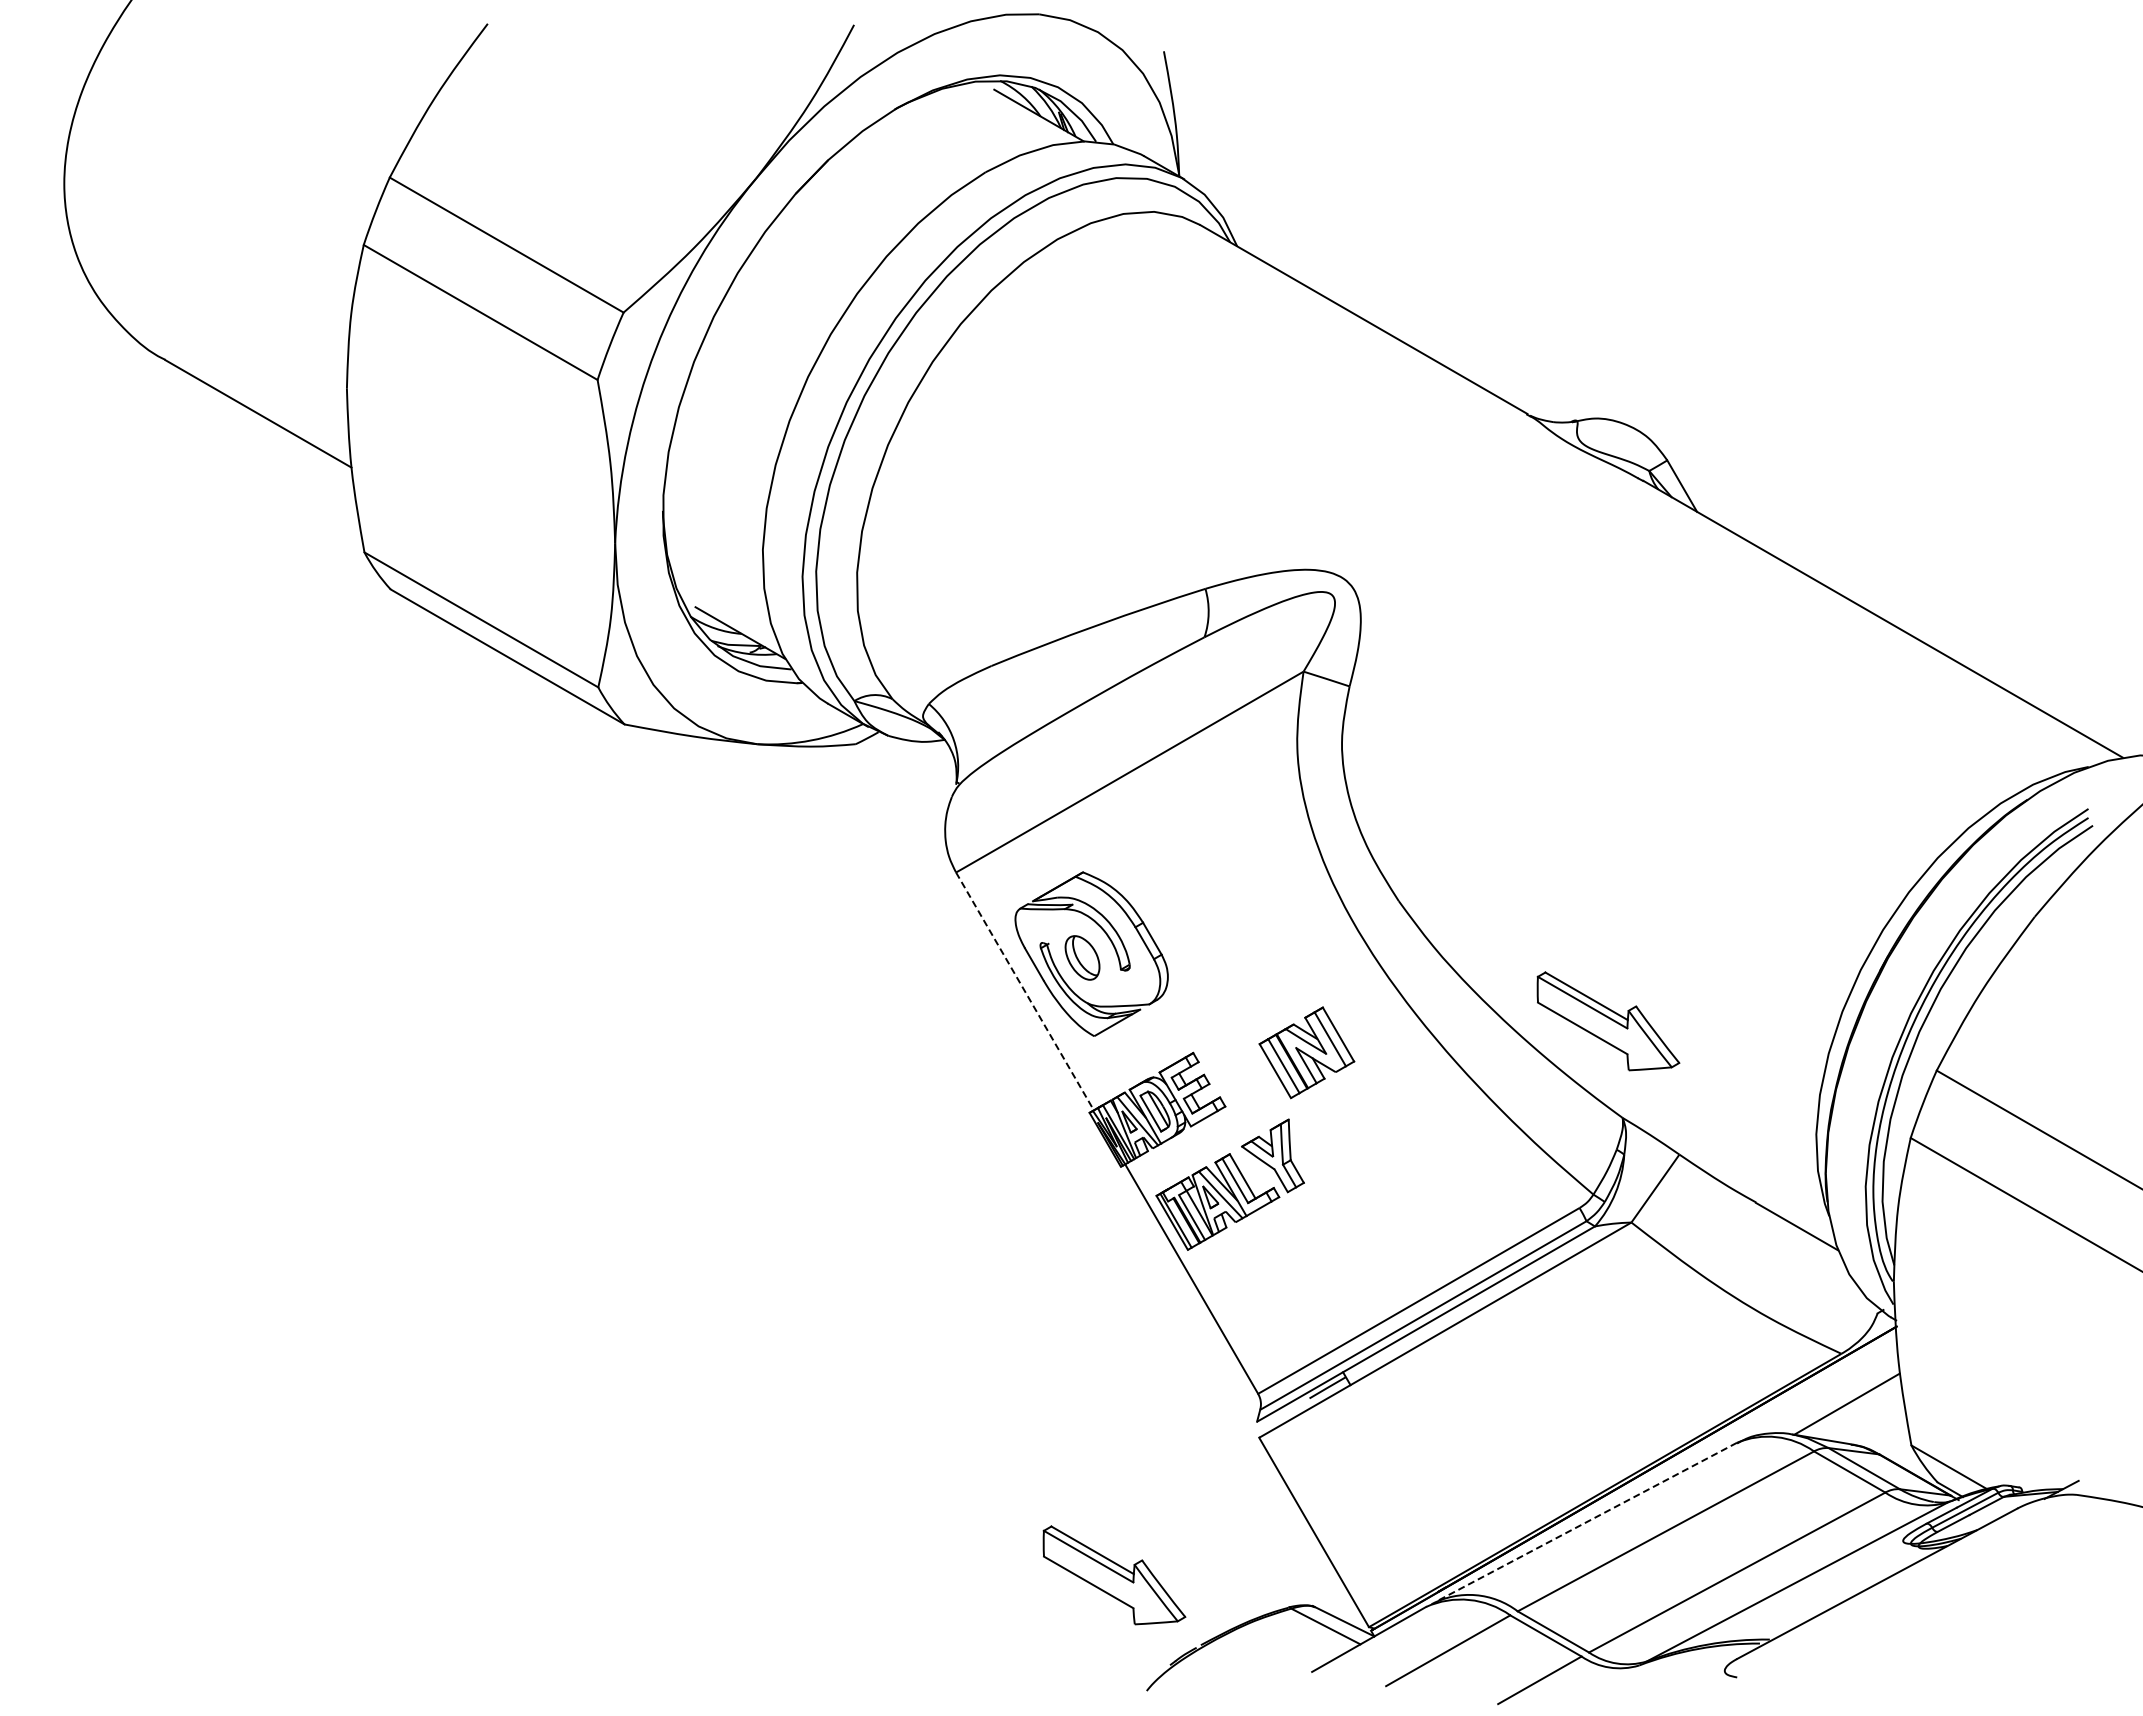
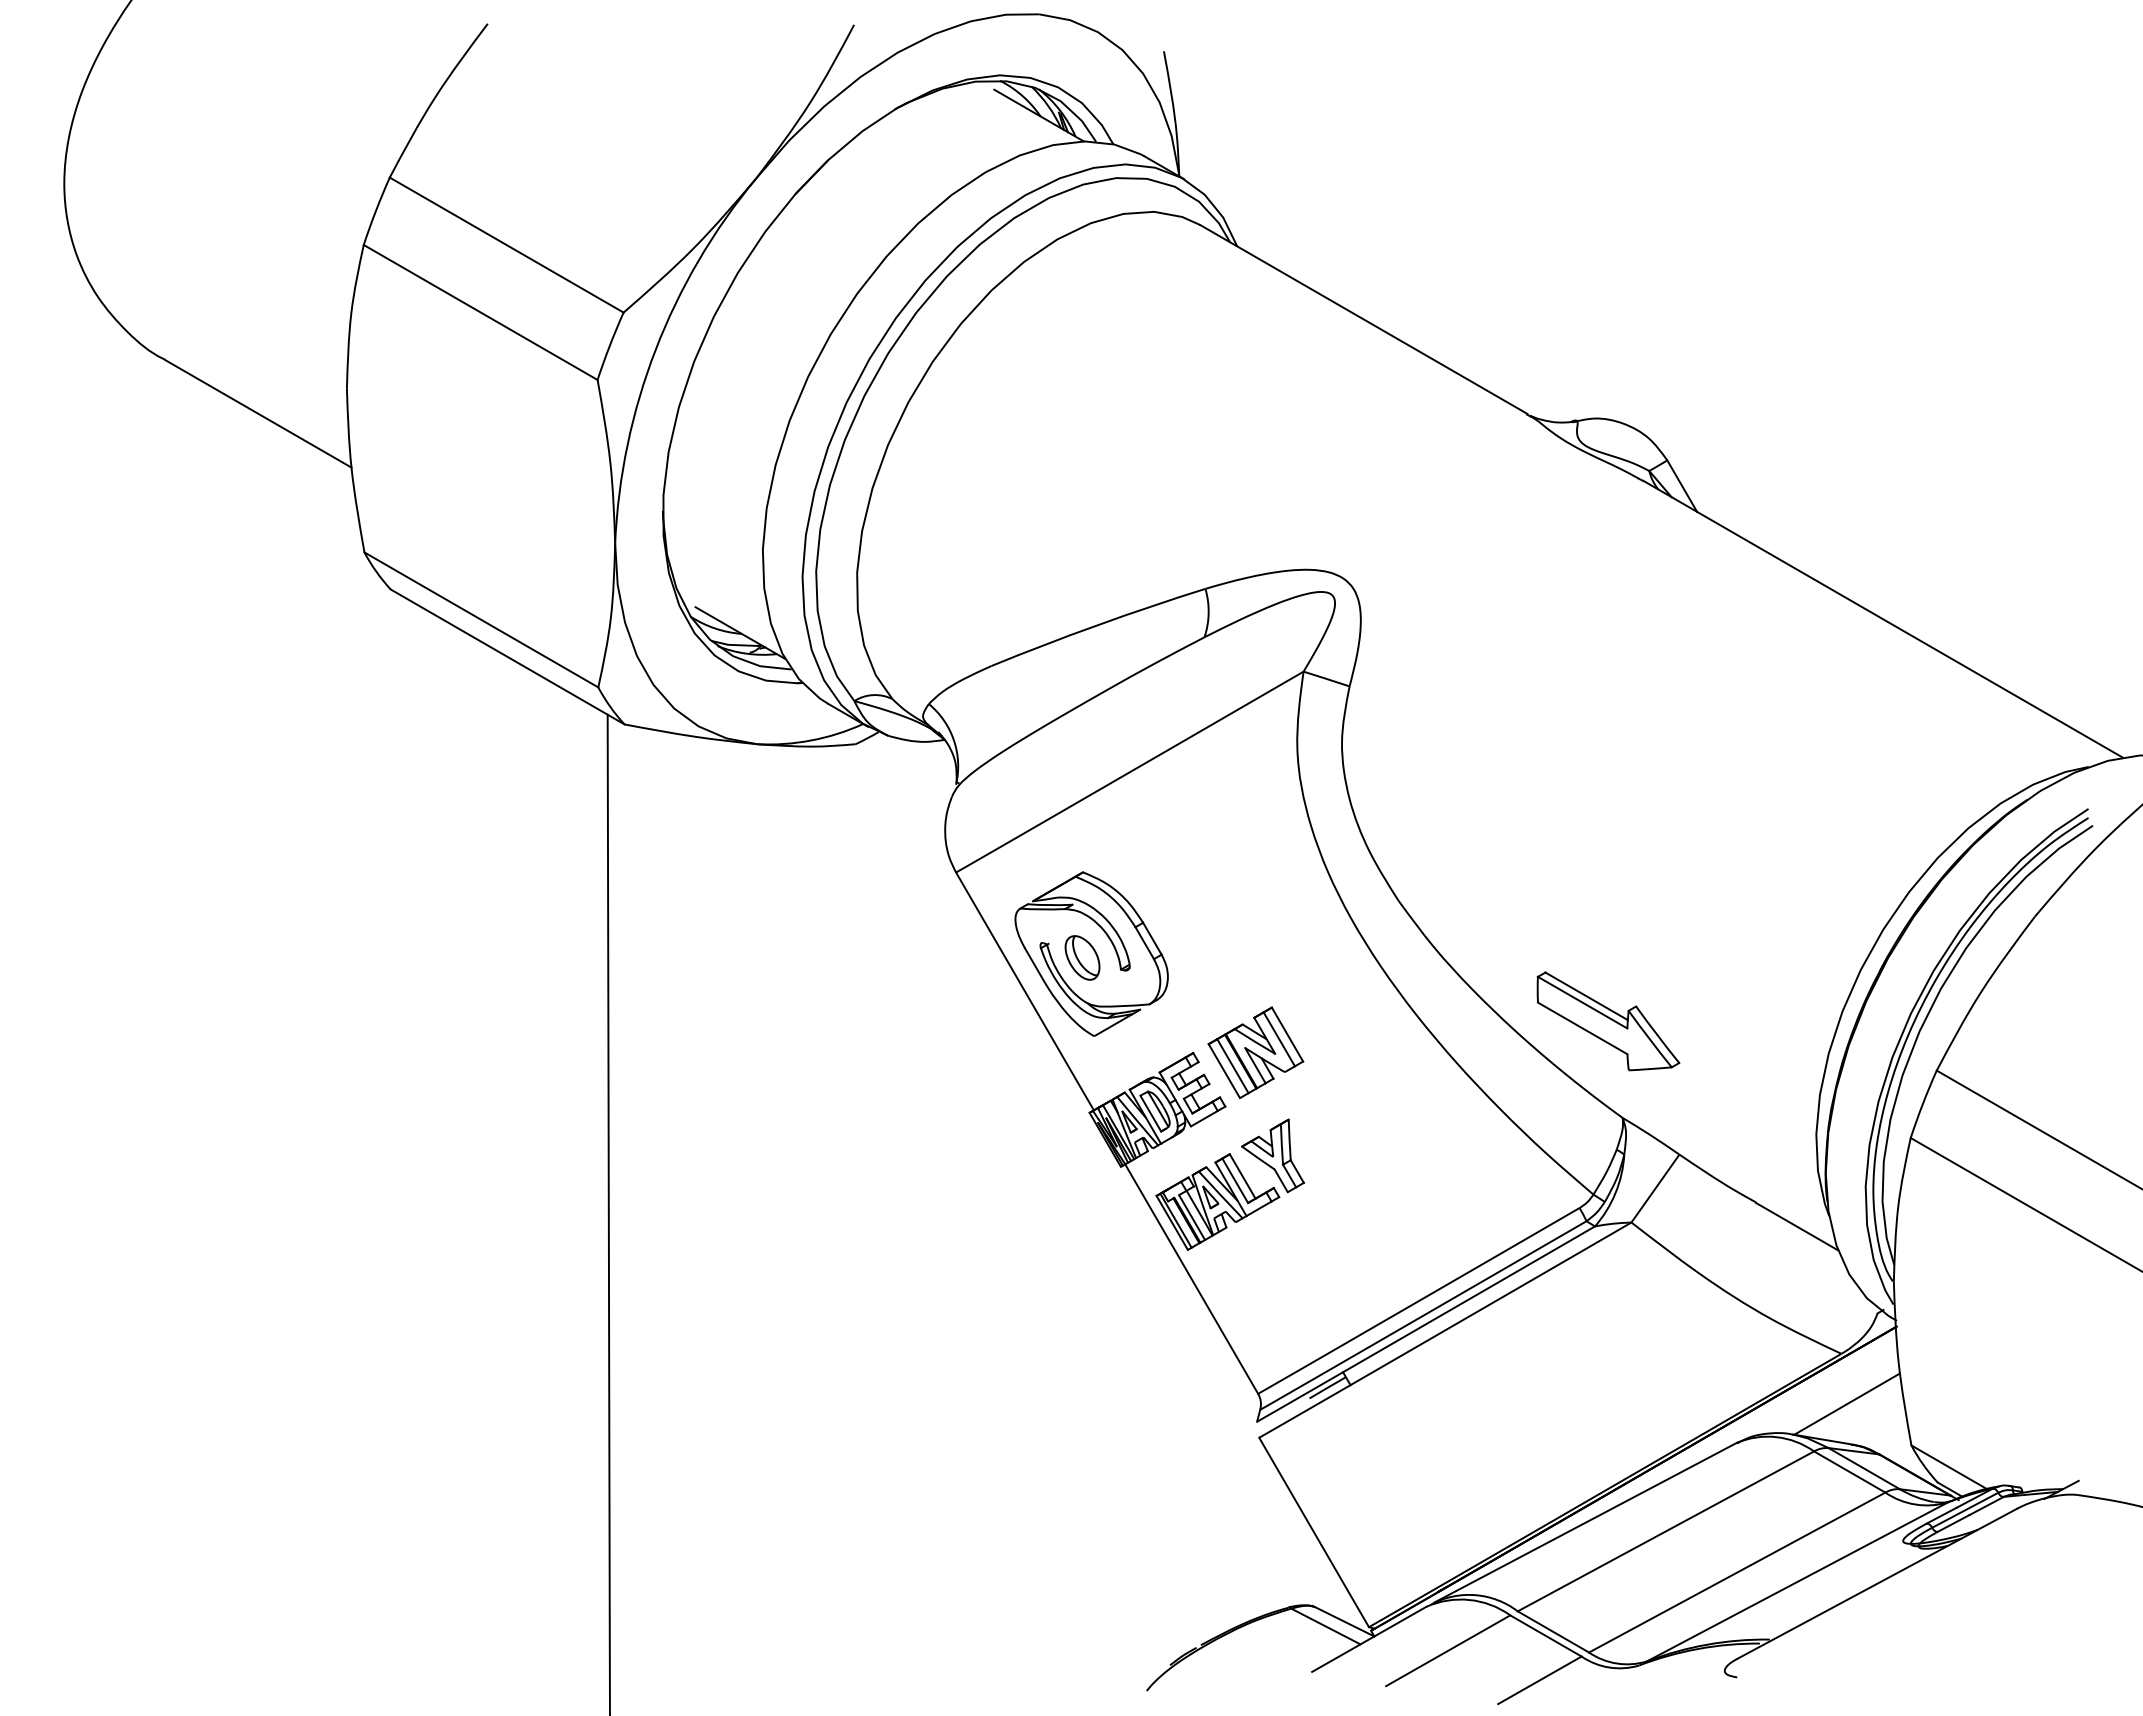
line at (1025, 991): dashed -> solid
part at (1306, 1052) position: (1306, 1052) -> (1255, 1052)
line at (608, 1213): none -> present
line at (1586, 1522): dashed -> solid
part at (1114, 1575): present -> none
